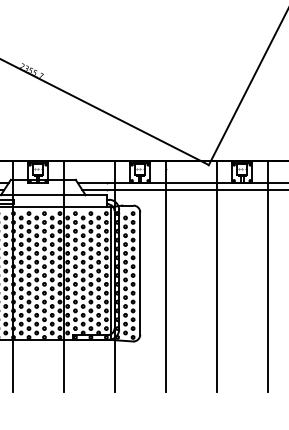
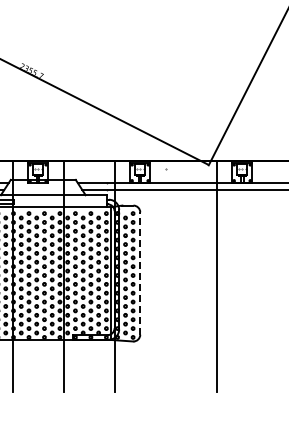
line at (140, 273): solid -> dashed
line at (165, 276): present -> none
line at (267, 276): present -> none
